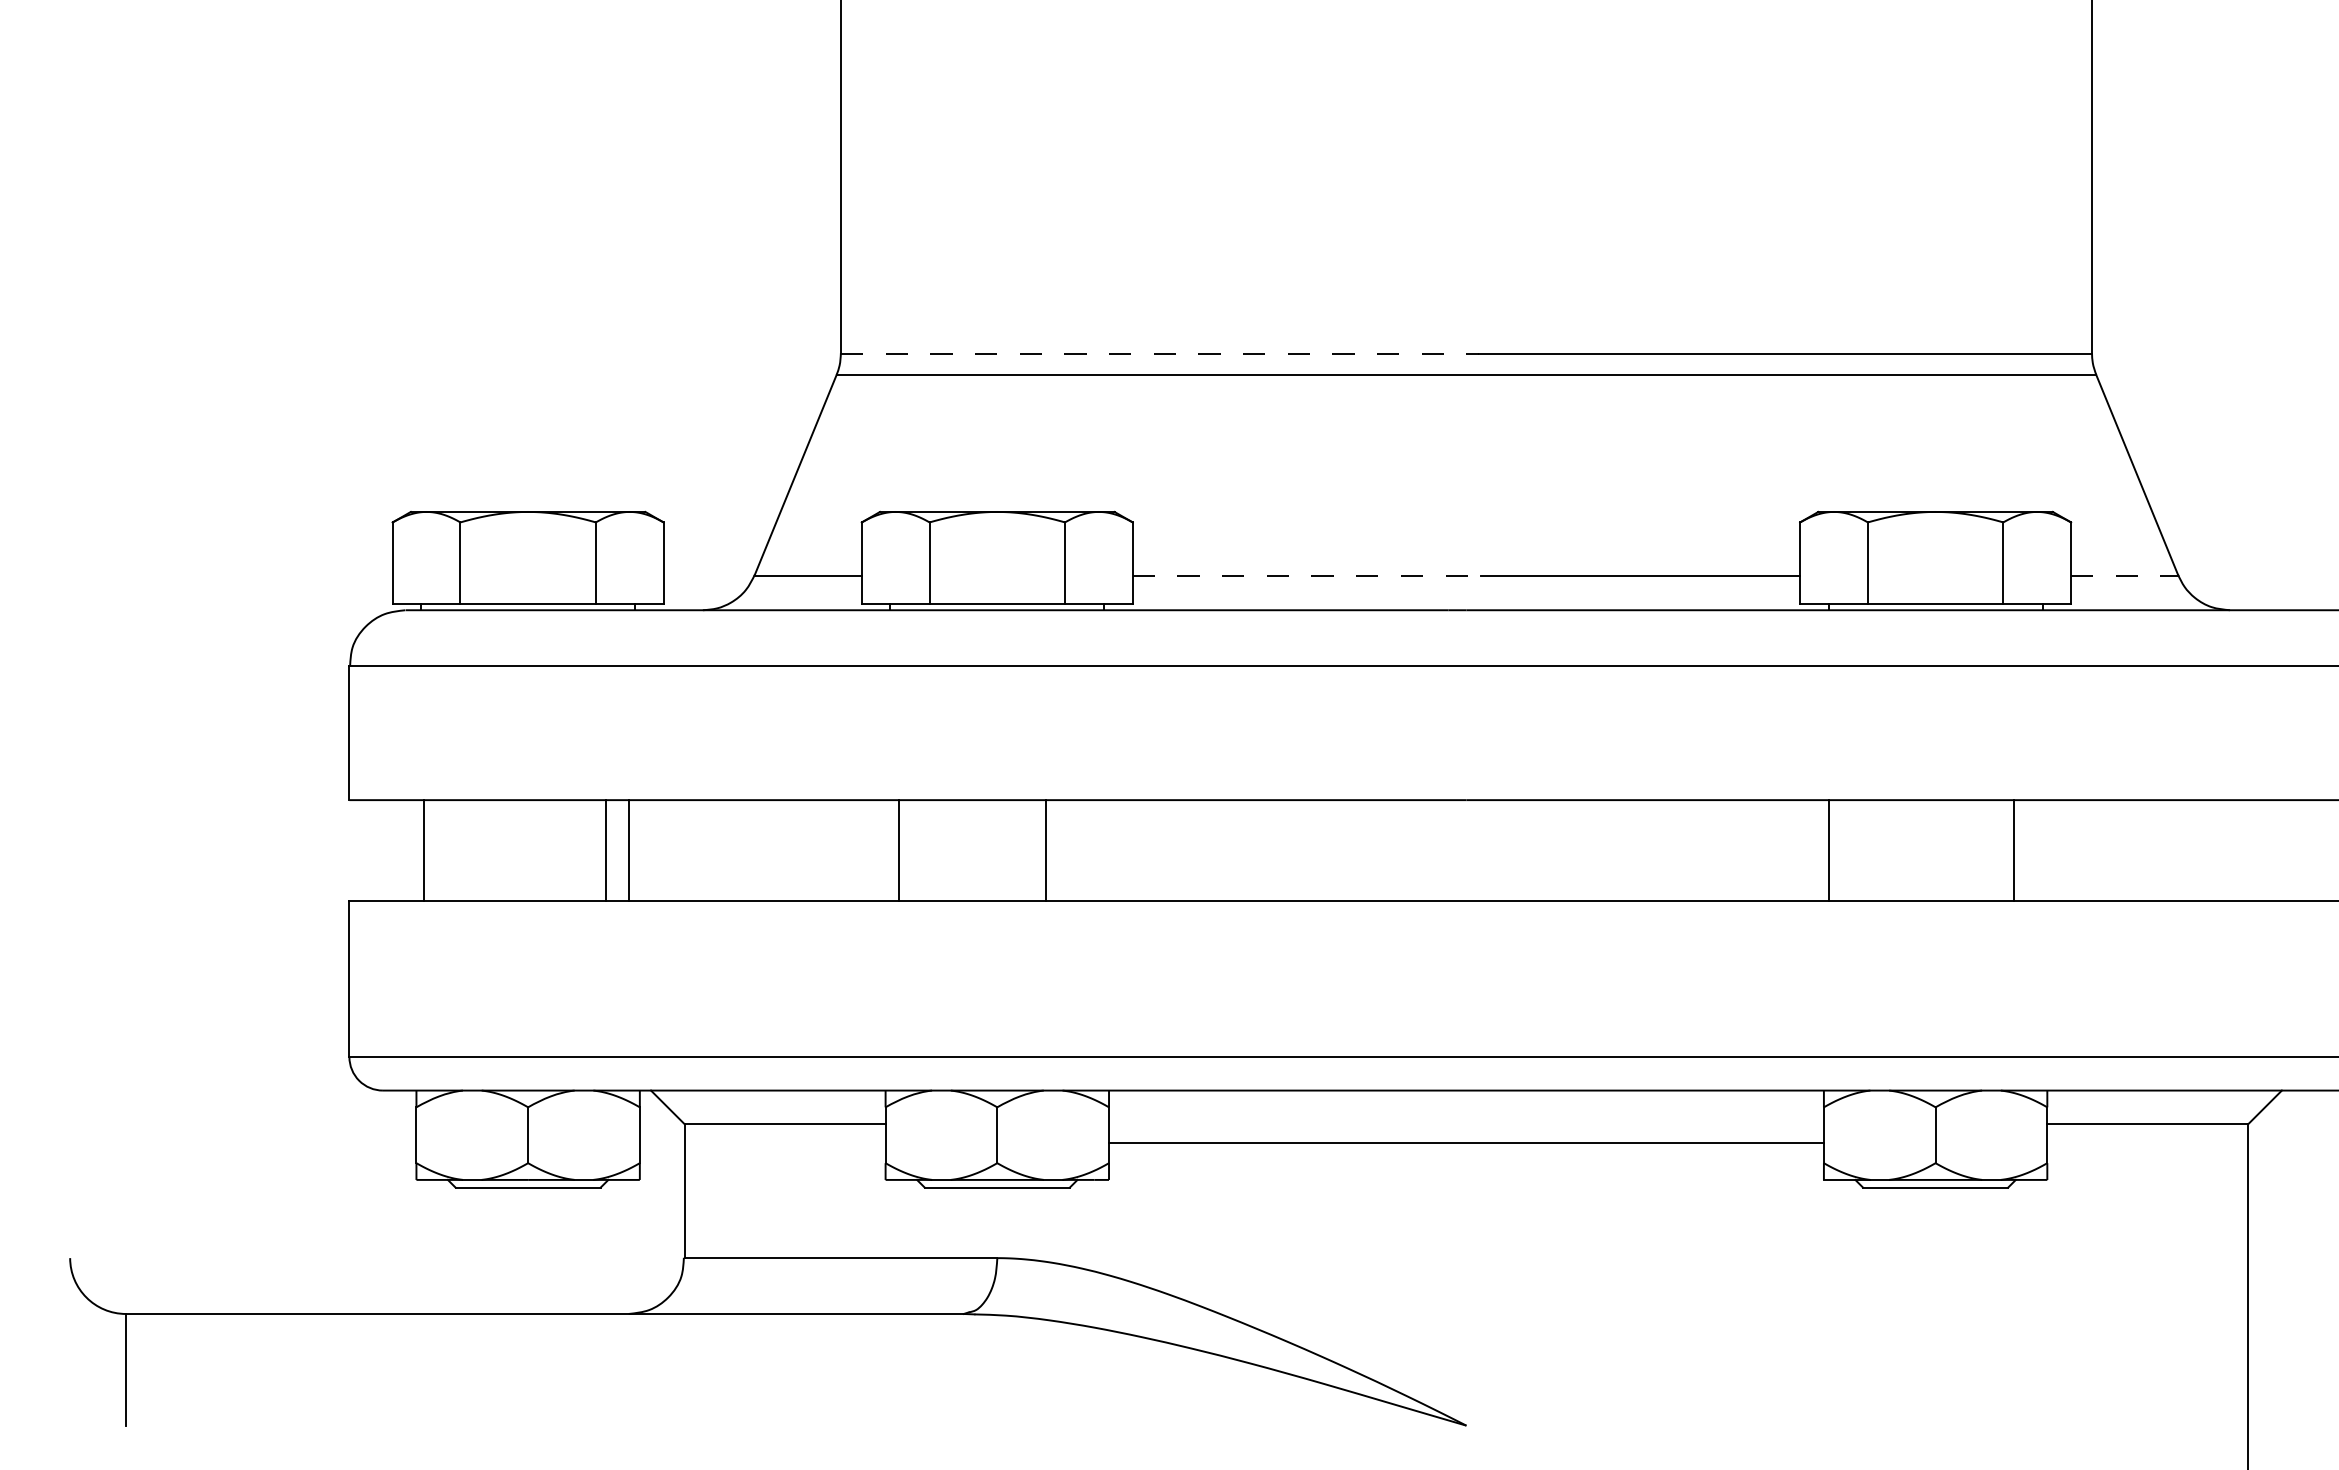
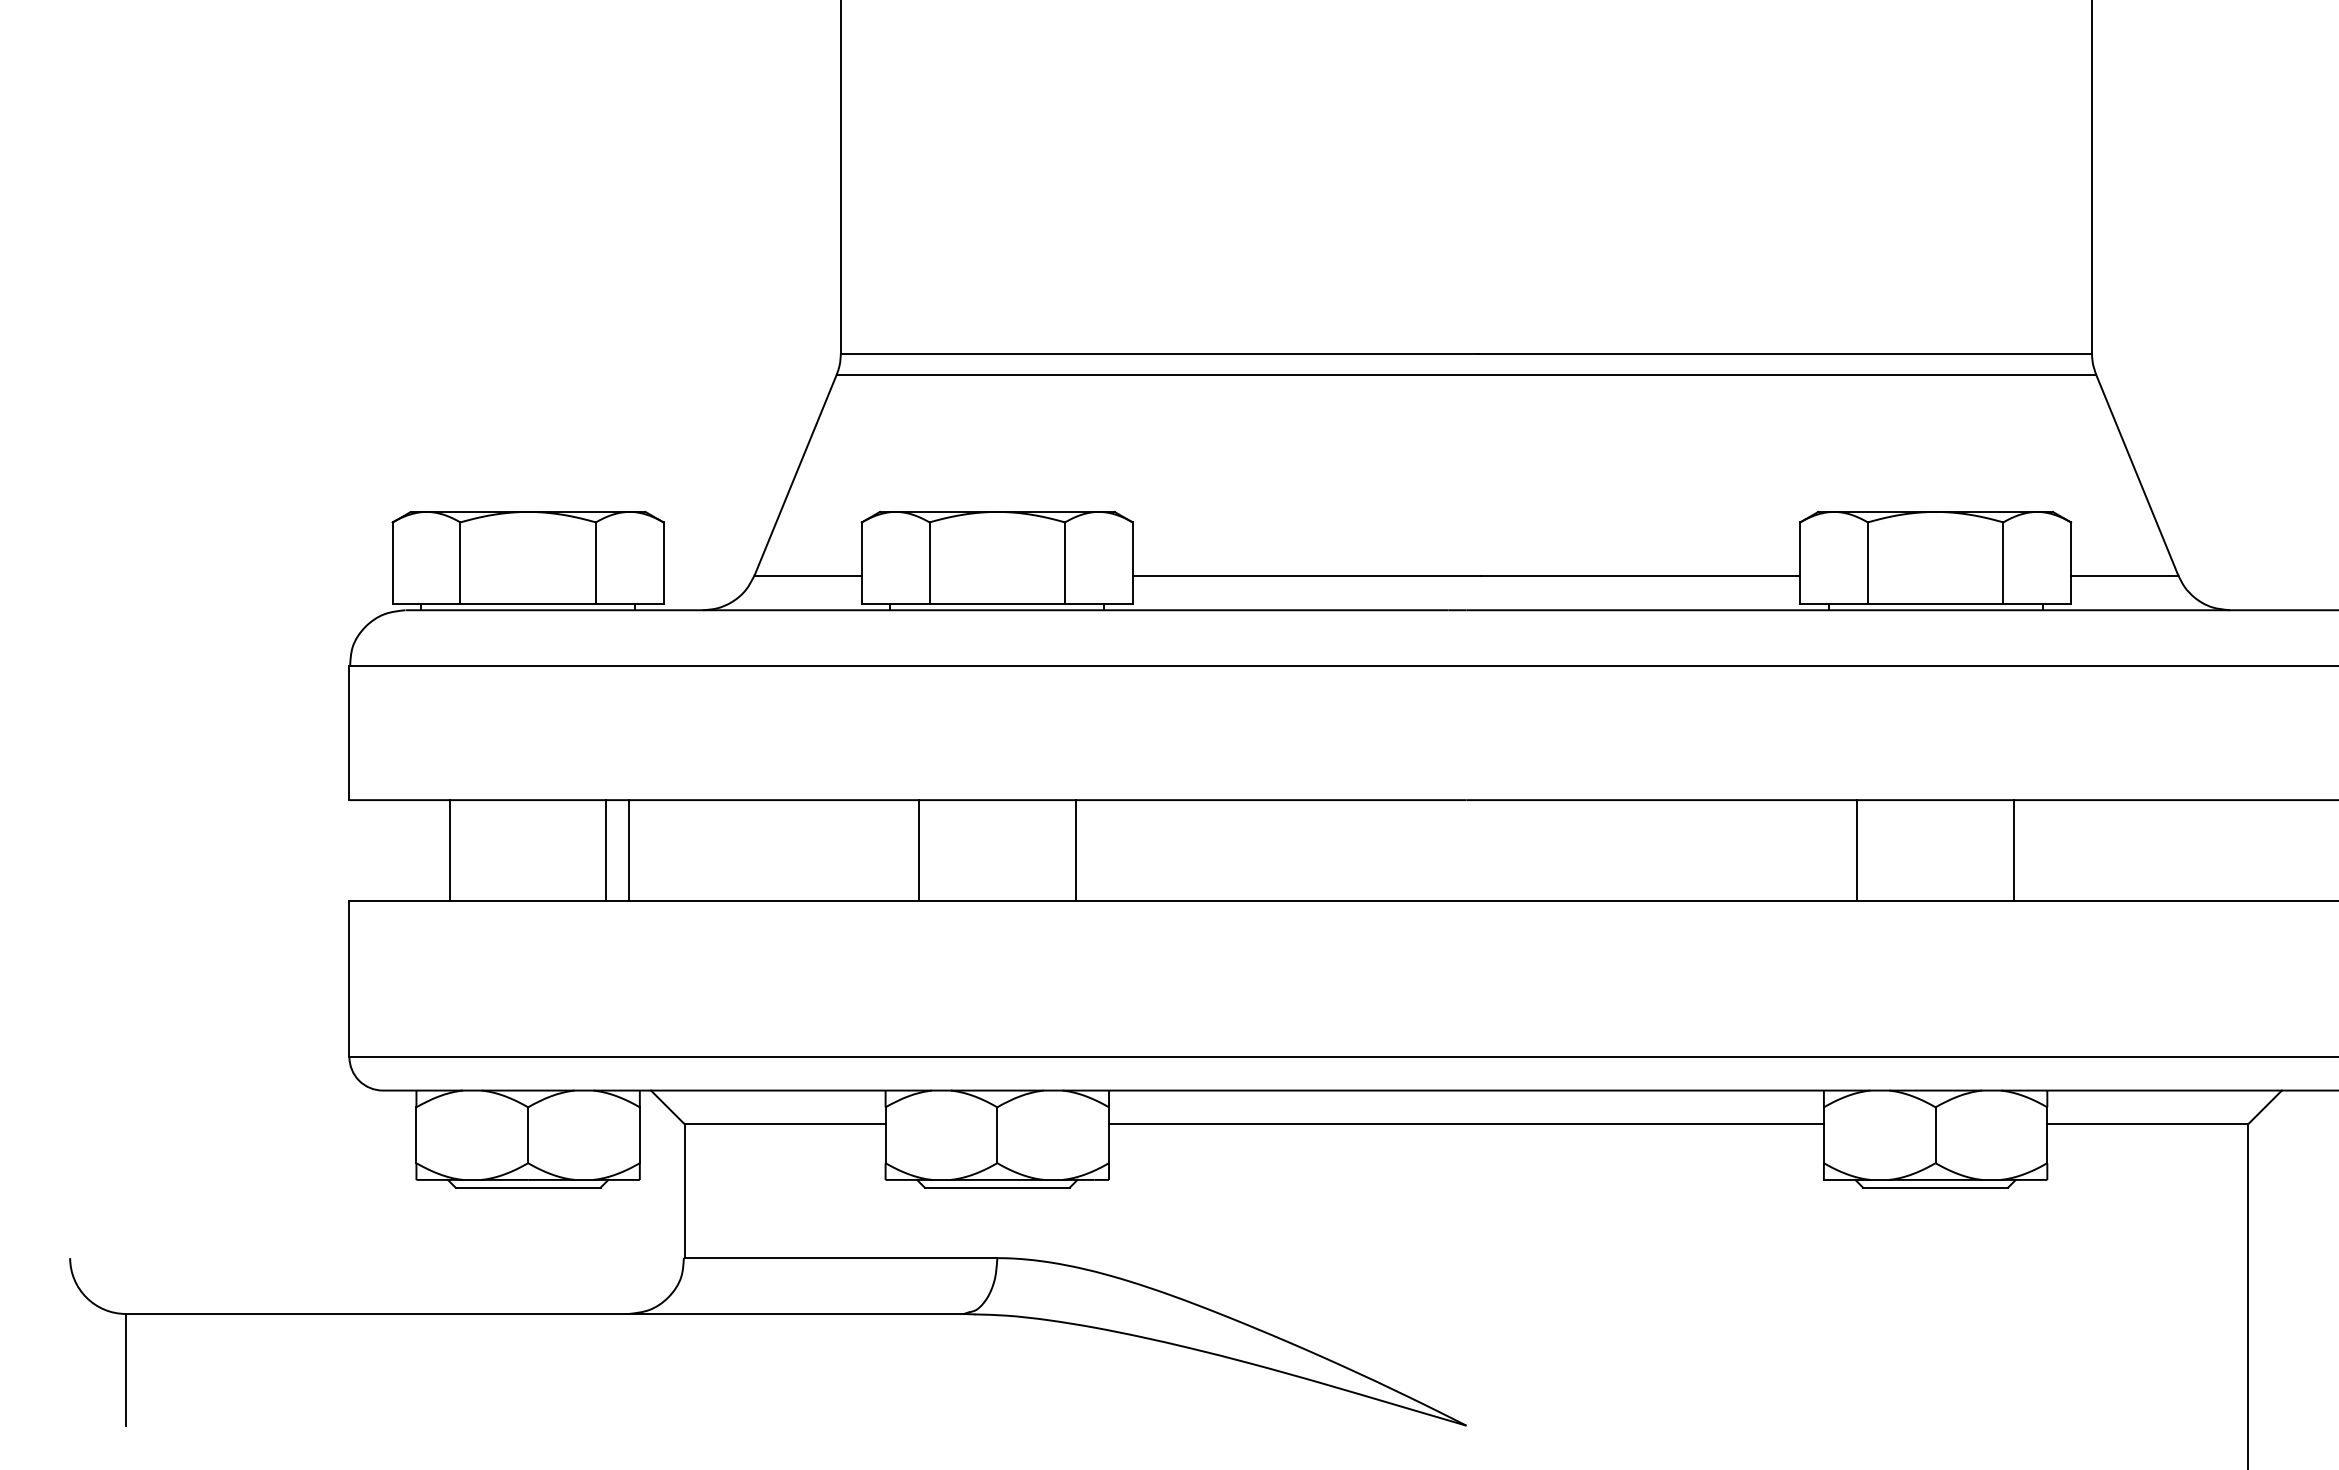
line at (1159, 353): dashed -> solid
line at (1307, 575): dashed -> solid
line at (2124, 575): dashed -> solid
line at (423, 850) position: (423, 850) -> (449, 850)
line at (899, 850) position: (899, 850) -> (919, 850)
line at (1045, 850) position: (1045, 850) -> (1075, 850)
line at (1829, 850) position: (1829, 850) -> (1857, 850)
line at (1466, 1143) position: (1466, 1143) -> (1466, 1124)
